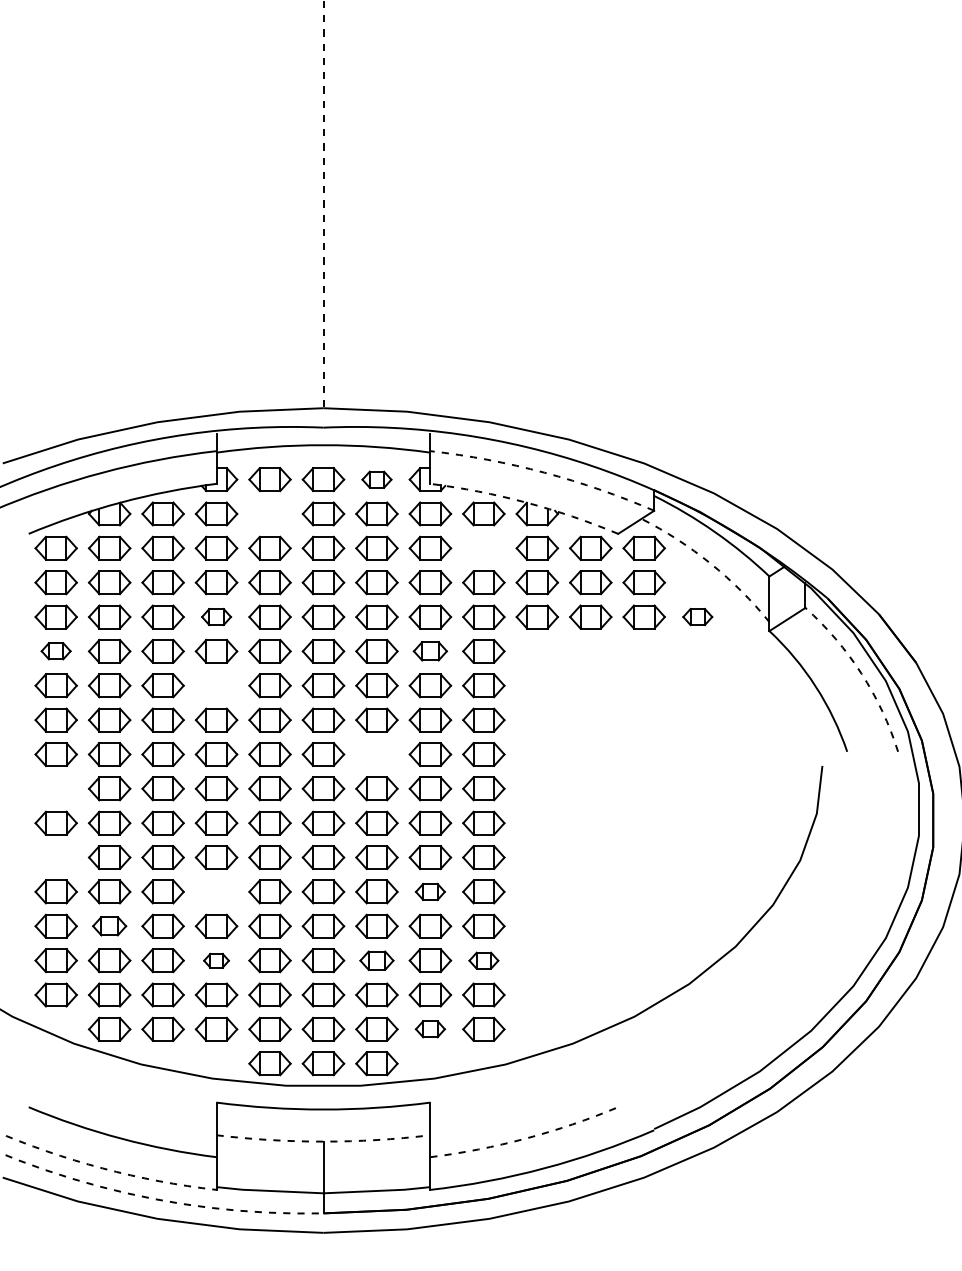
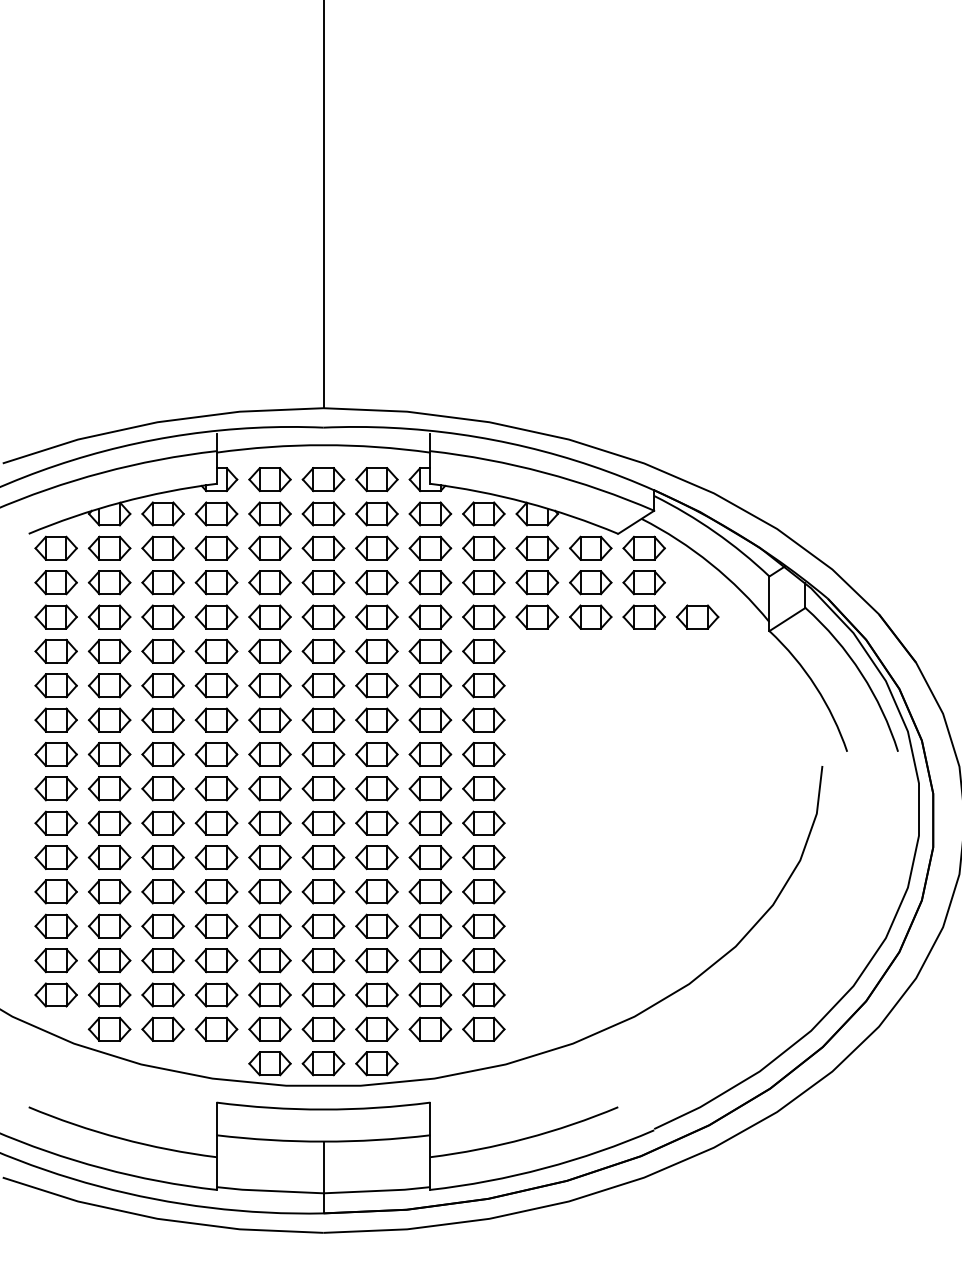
line at (323, 204): dashed -> solid
arc at (544, 472): dashed -> solid
part at (376, 479) size: 32x19 px -> 44x26 px
arc at (526, 502): dashed -> solid
part at (269, 513): none -> present
part at (483, 547): none -> present
arc at (710, 563): dashed -> solid
part at (216, 616) size: 32x20 px -> 45x26 px
part at (697, 616) size: 32x20 px -> 44x26 px
part at (55, 651) size: 32x19 px -> 44x26 px
part at (430, 651) size: 37x21 px -> 45x26 px
arc at (861, 673): dashed -> solid
part at (216, 685): none -> present
part at (376, 754): none -> present
part at (55, 788): none -> present
part at (55, 857): none -> present
part at (216, 891): none -> present
part at (429, 891) size: 32x19 px -> 45x26 px
part at (109, 926) size: 36x21 px -> 45x26 px
part at (216, 960) size: 28x17 px -> 45x26 px
part at (376, 960) size: 36x21 px -> 44x26 px
part at (483, 960) size: 32x19 px -> 44x26 px
part at (429, 1029) size: 32x19 px -> 45x26 px
arc at (526, 1138): dashed -> solid
arc at (323, 1141): dashed -> solid
arc at (106, 1169): dashed -> solid
arc at (157, 1199): dashed -> solid
